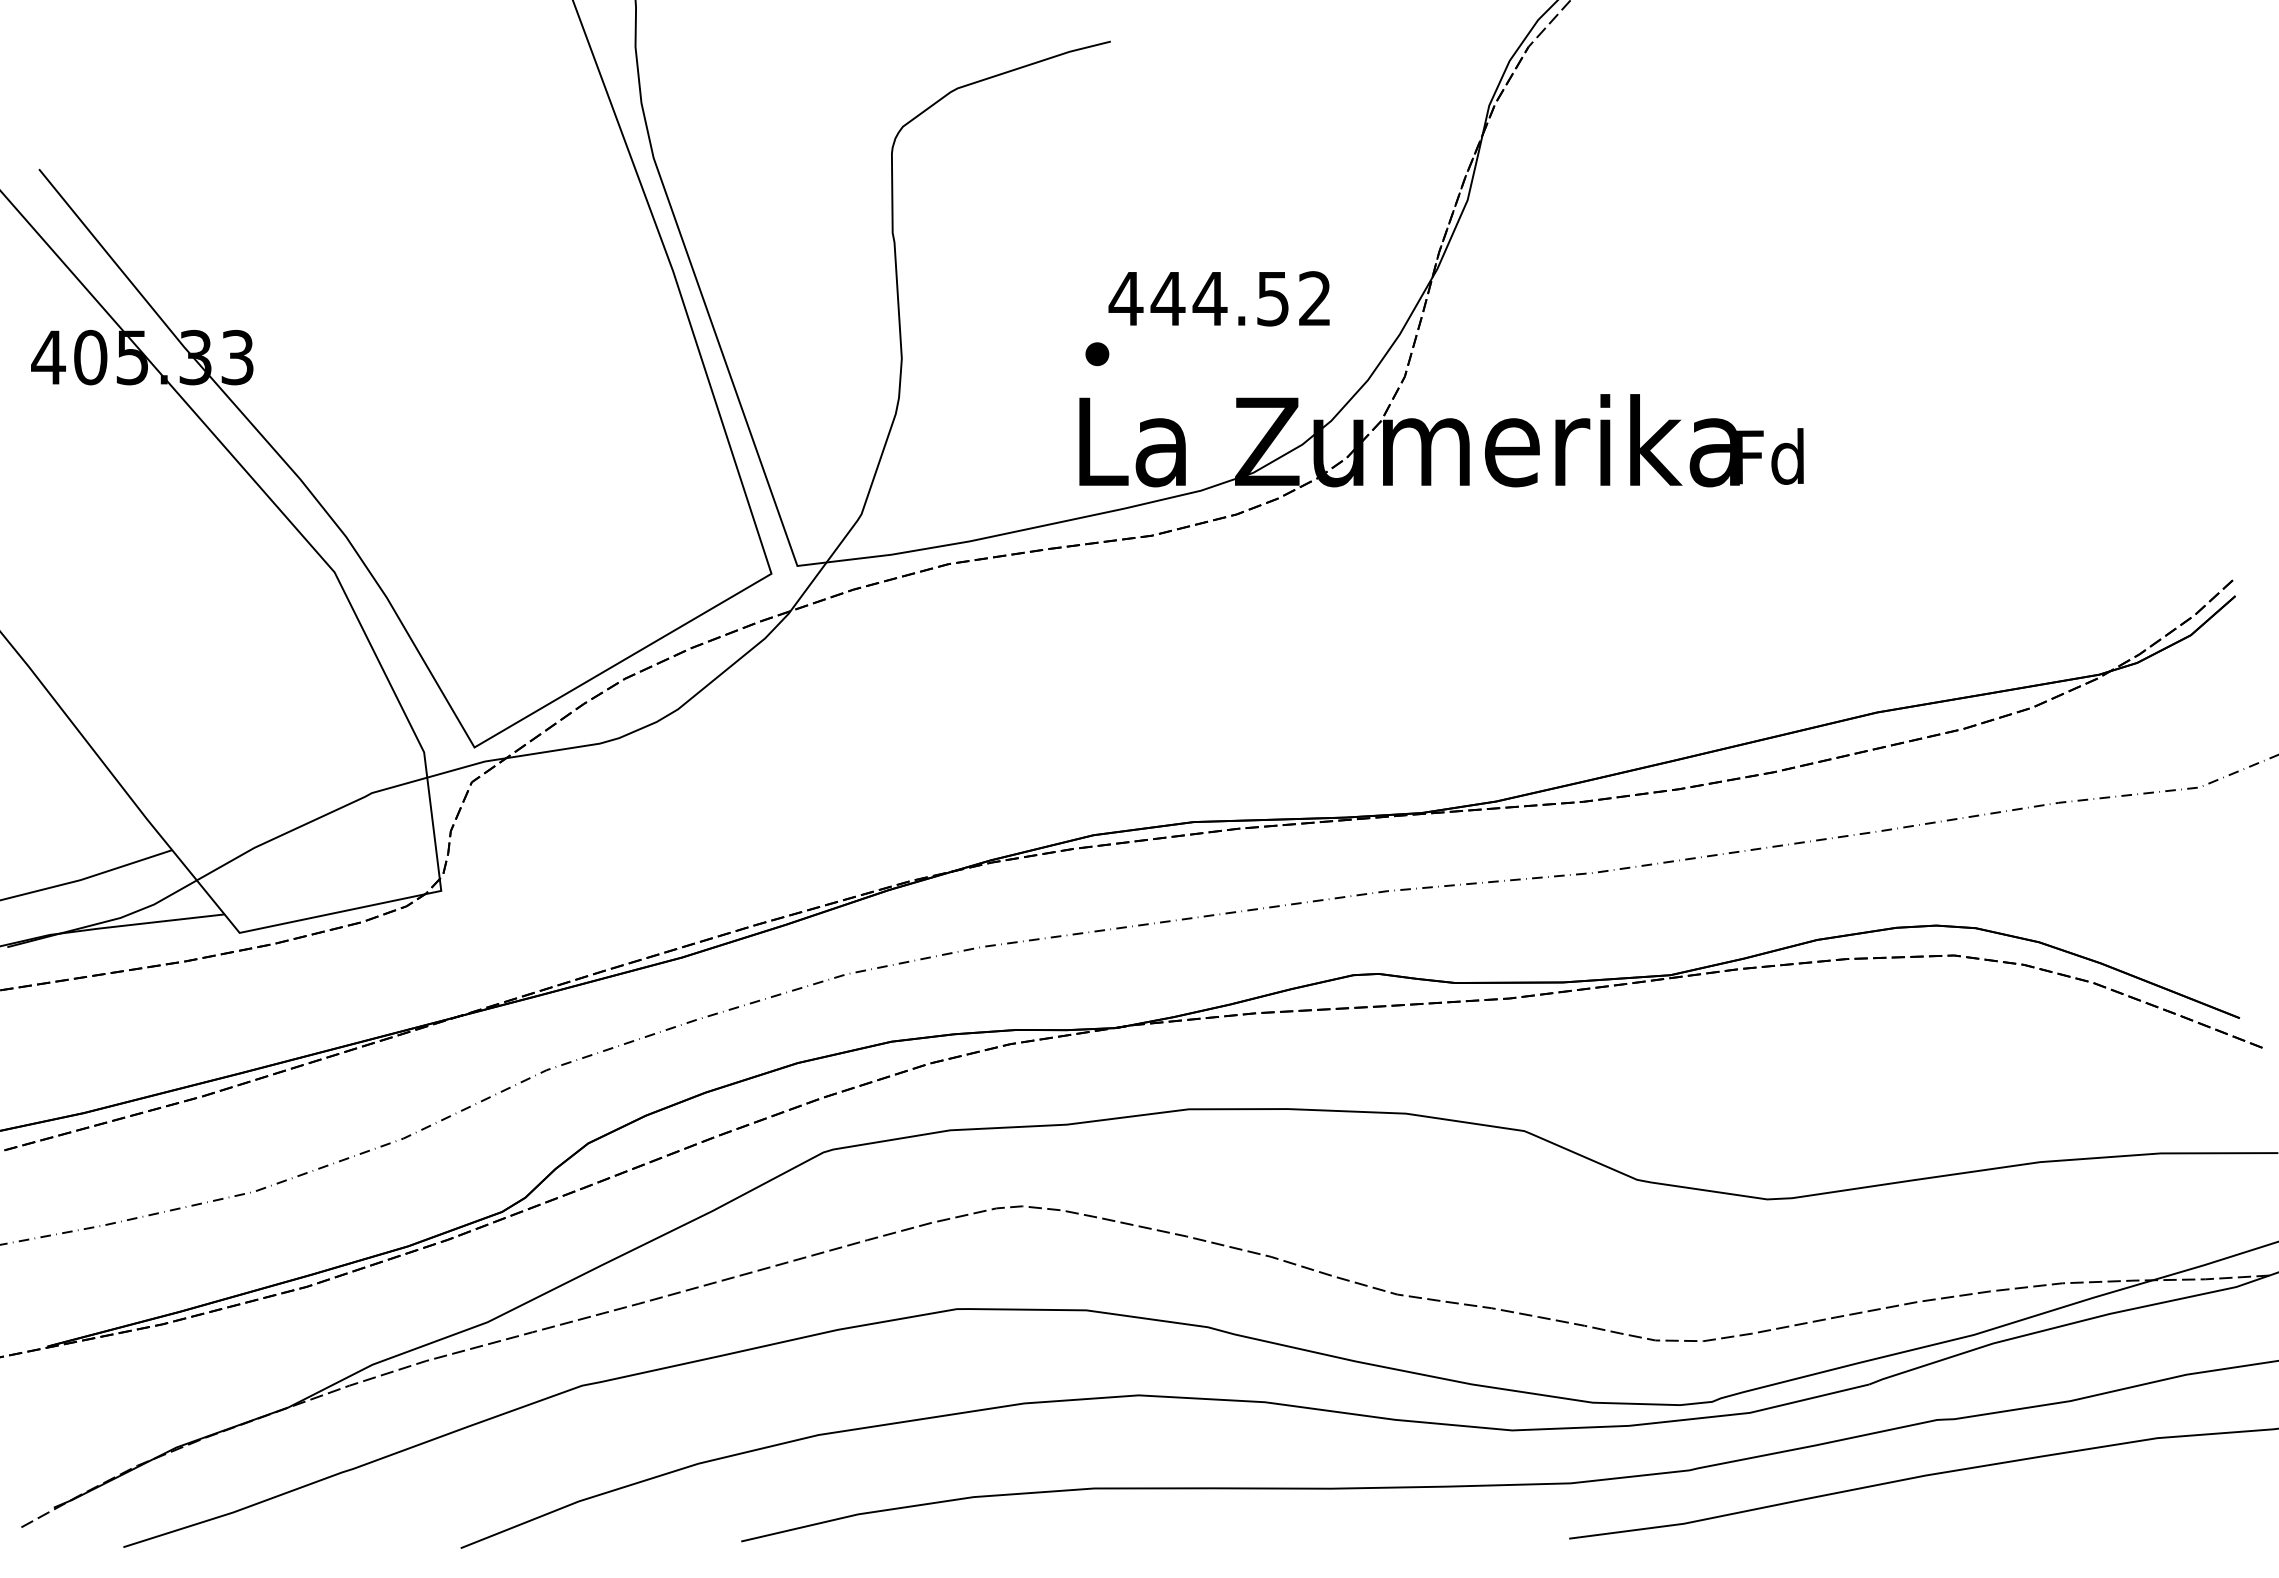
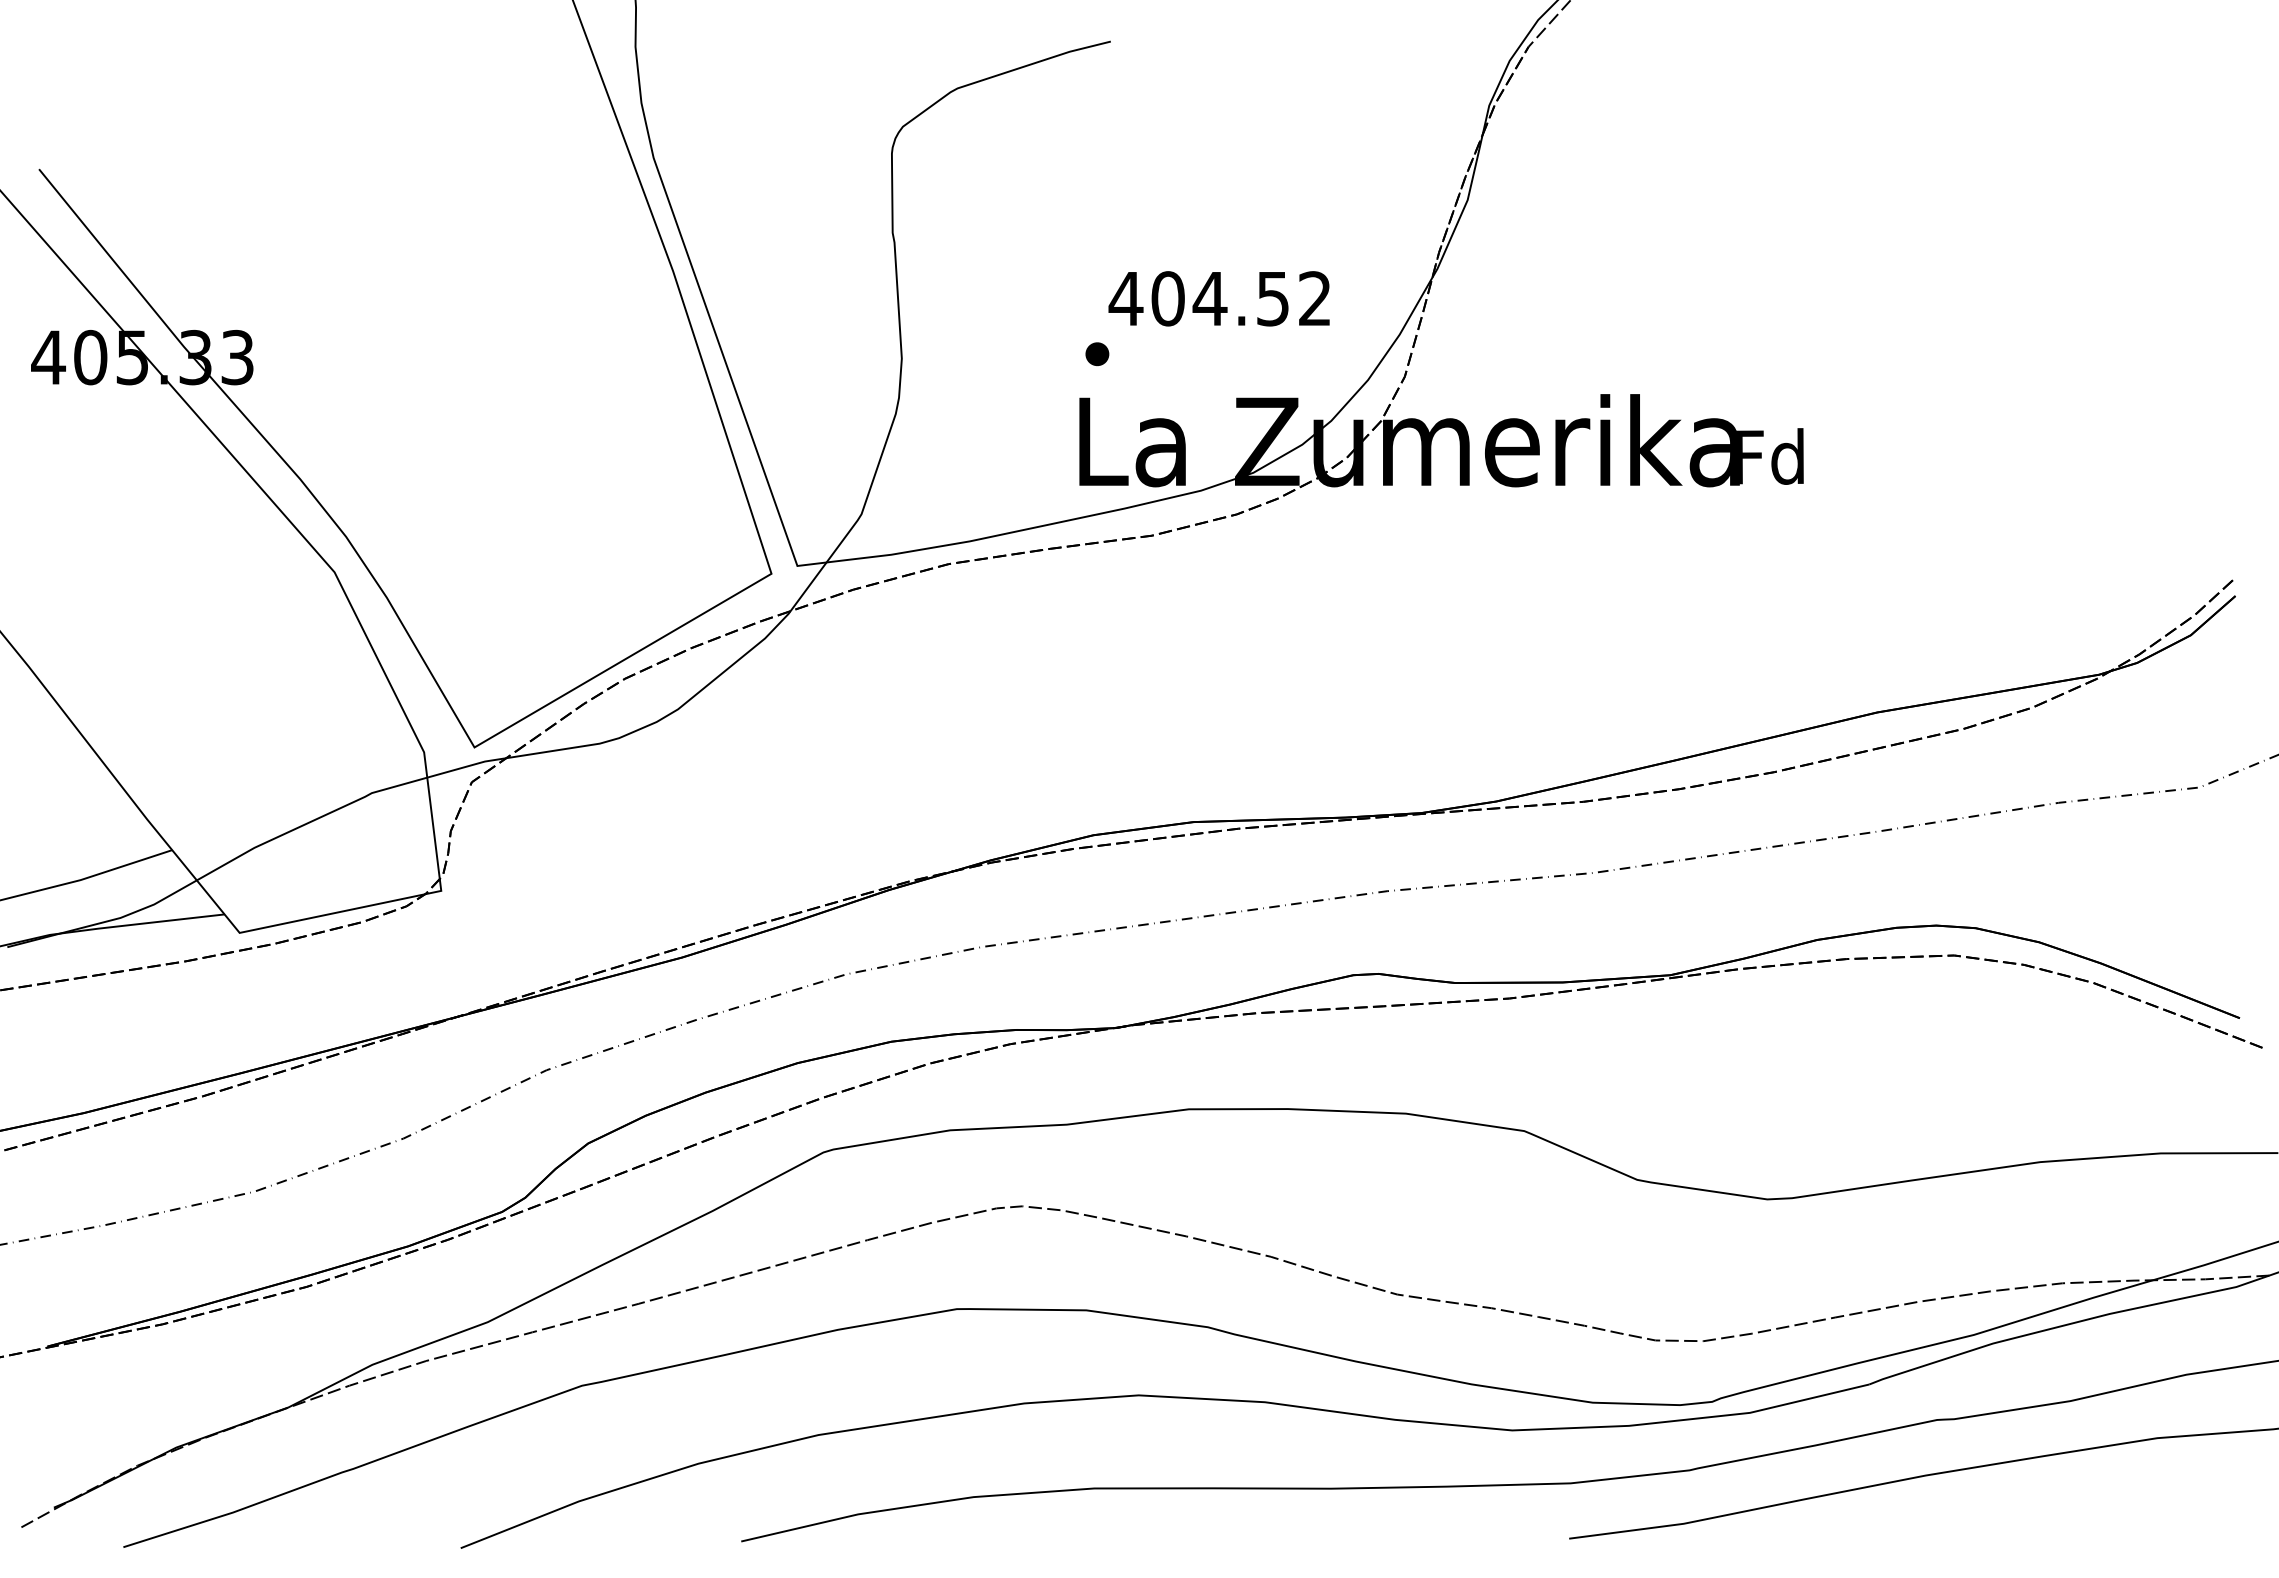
text at (1167, 298): 444.52 -> 404.52
